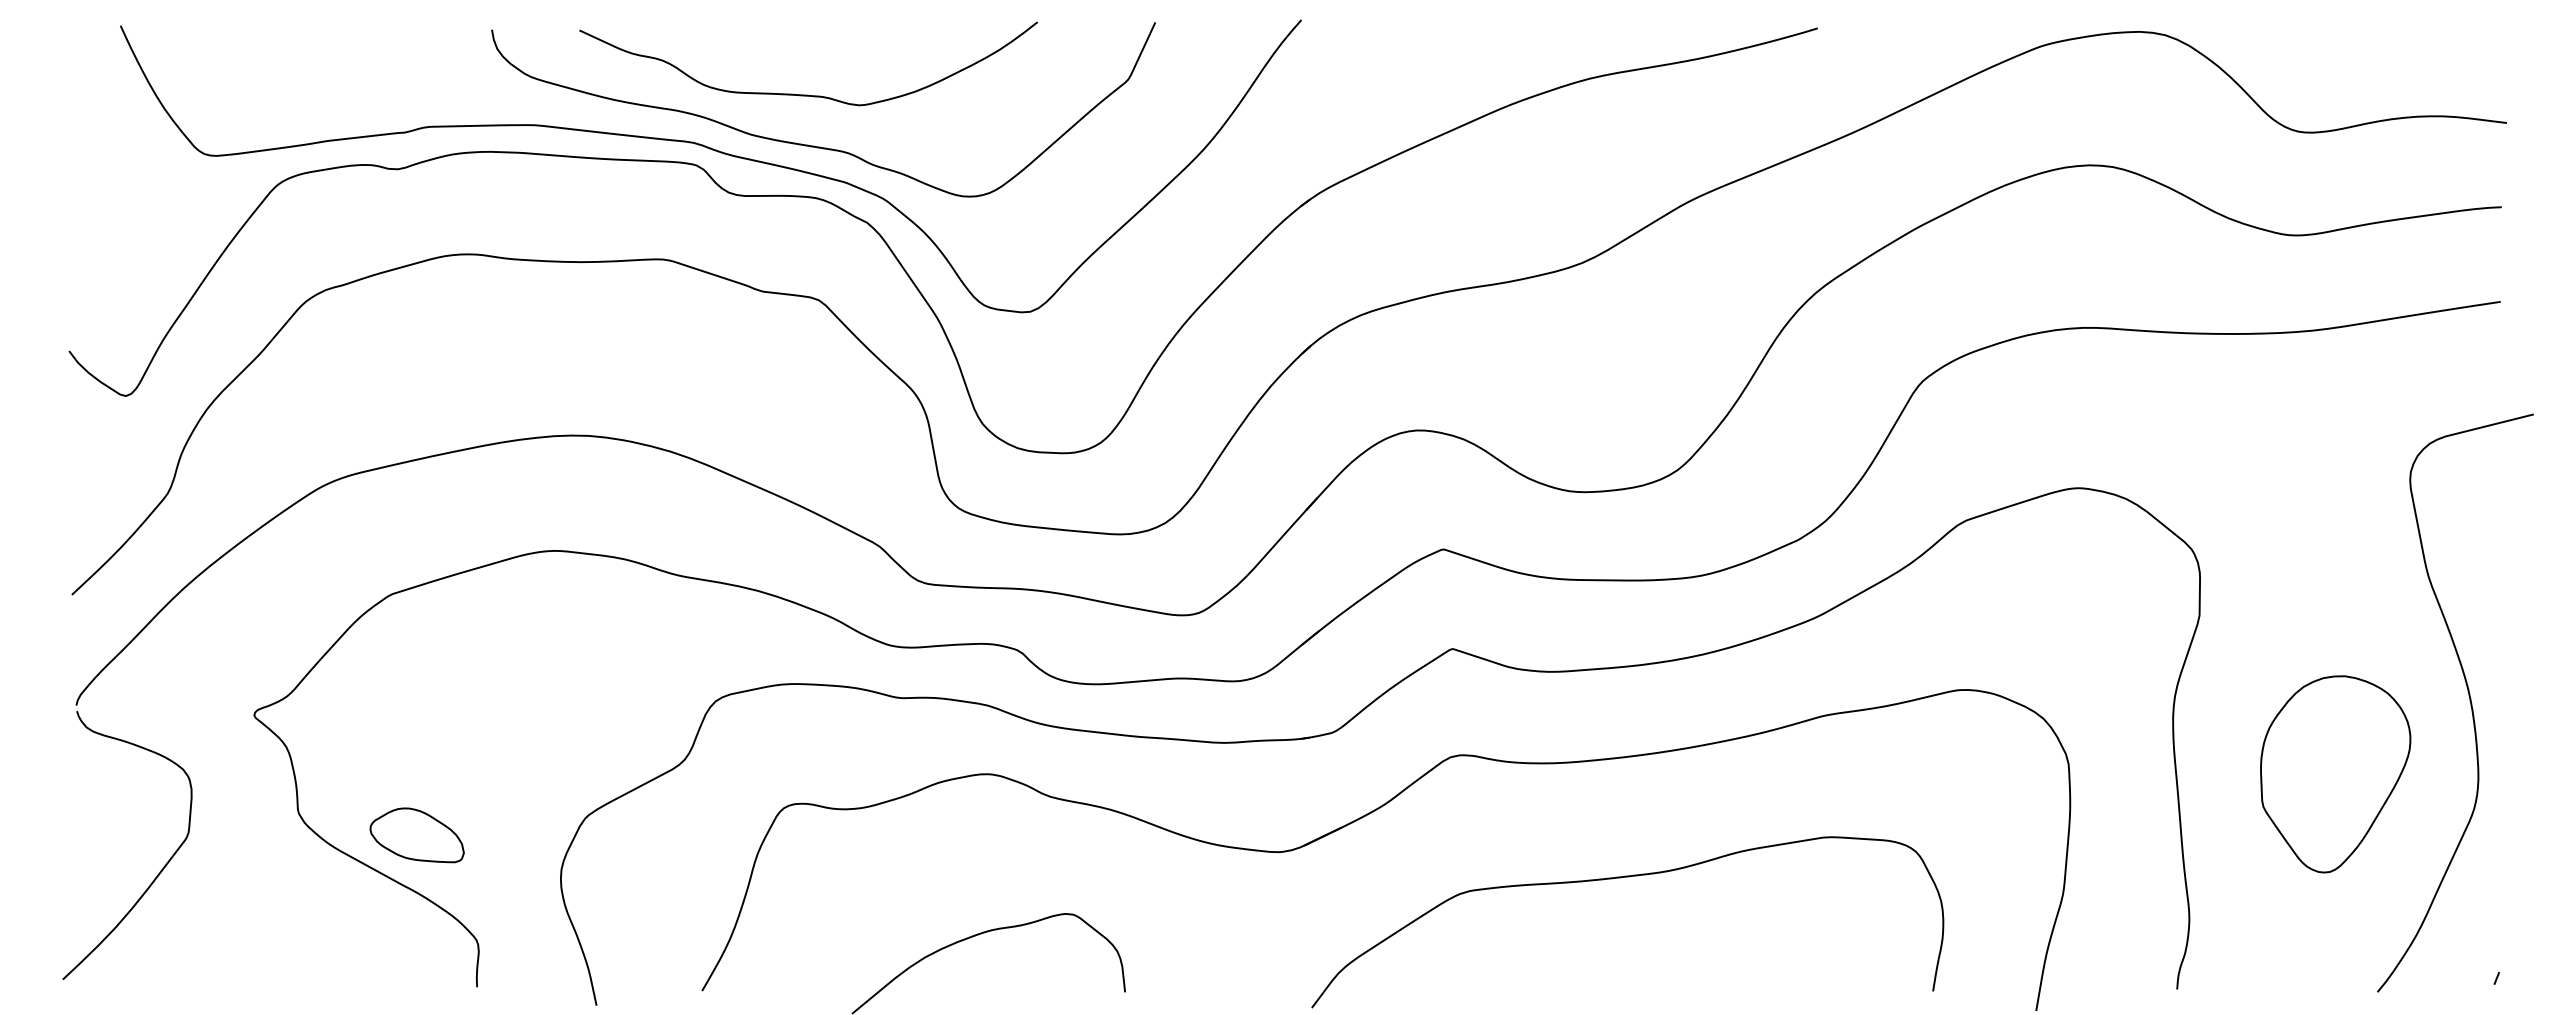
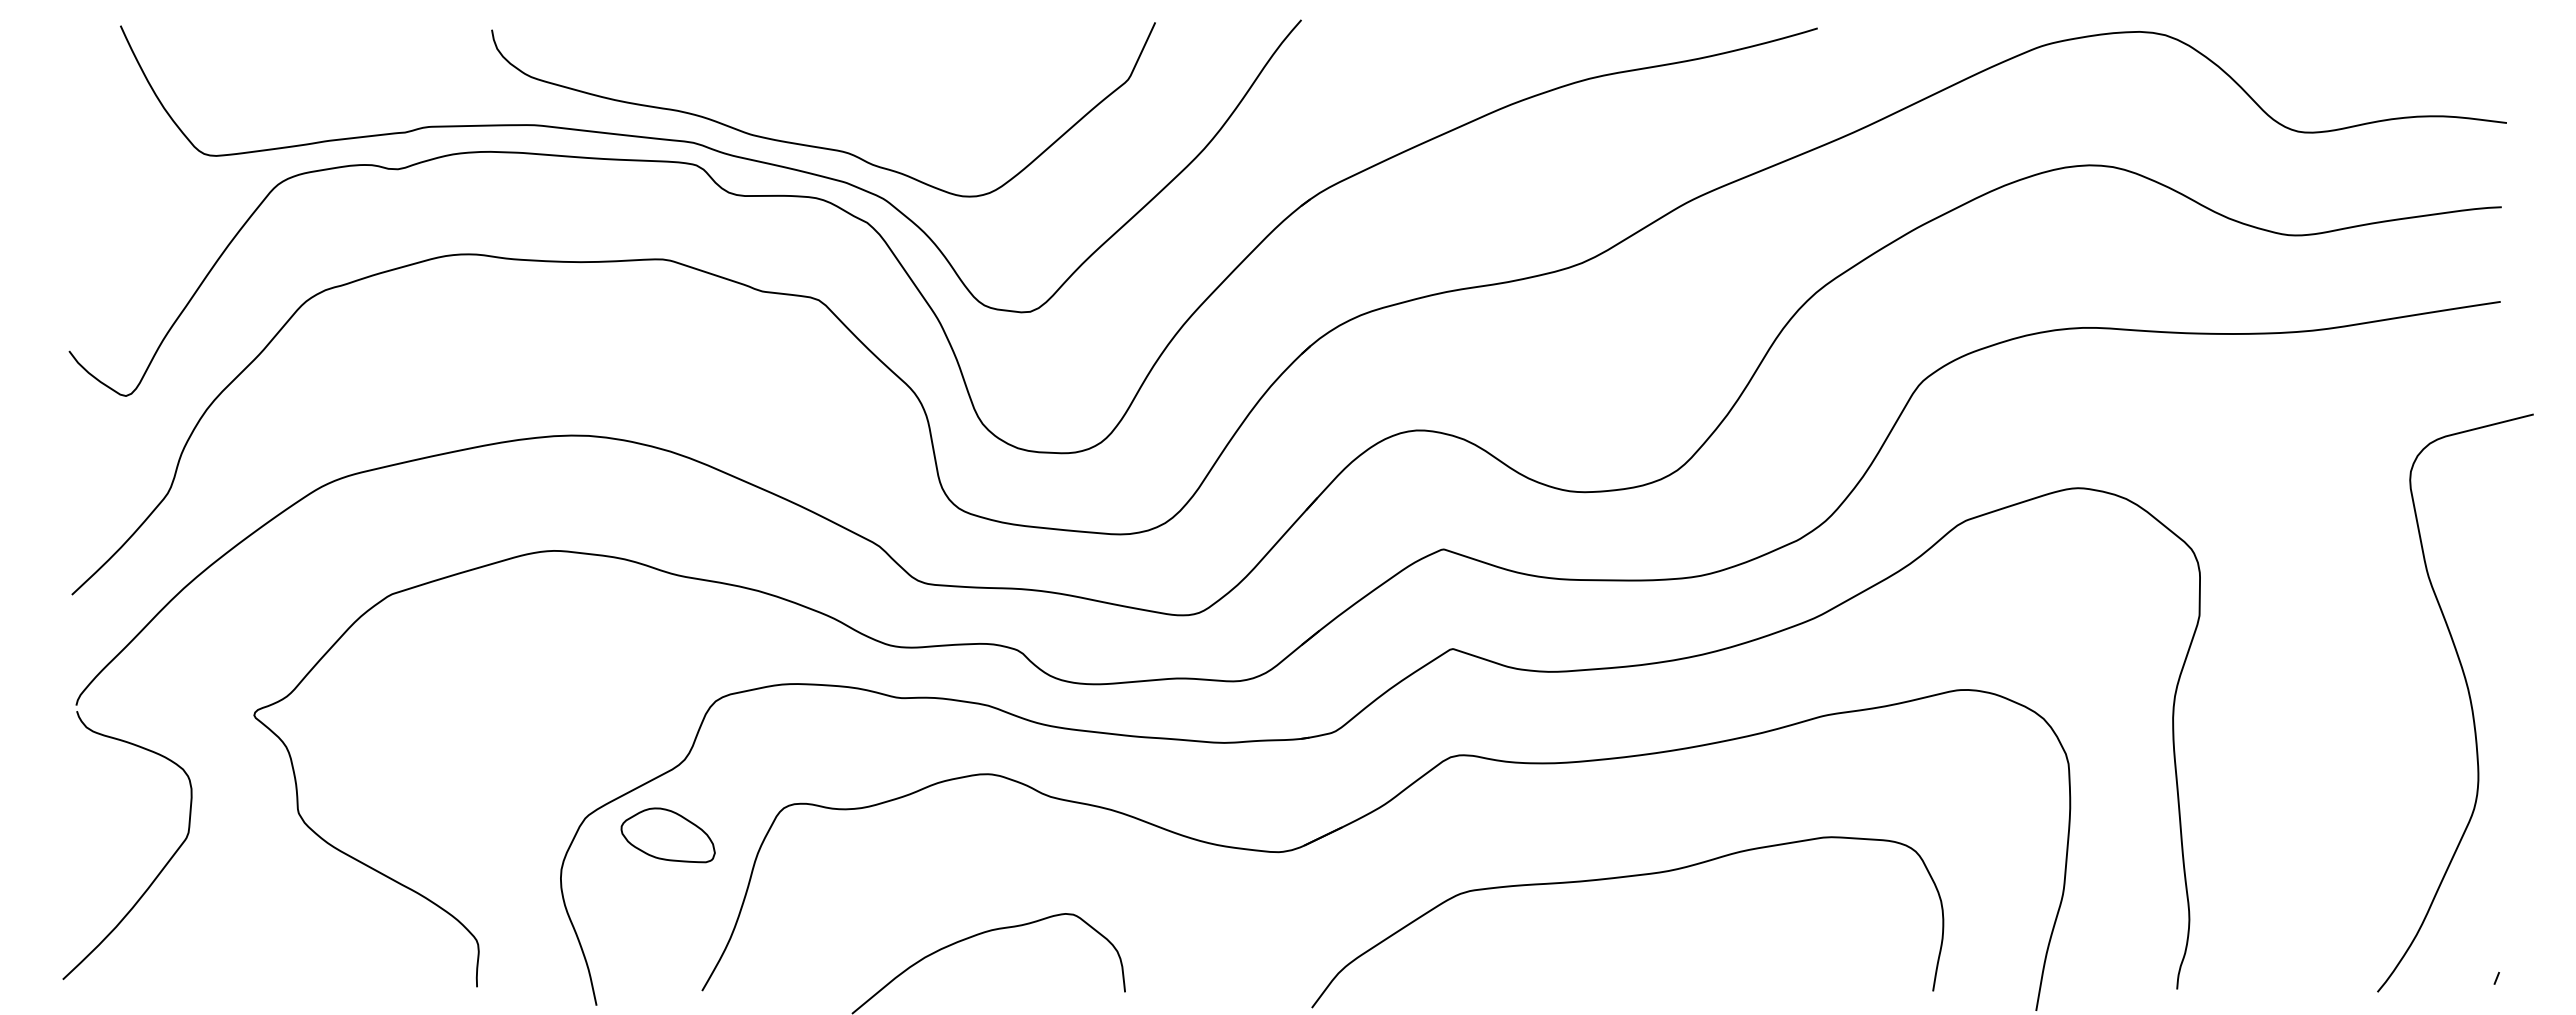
curve at (808, 94): present -> none
part at (2335, 774): present -> none
part at (416, 835) position: (416, 835) -> (667, 835)
